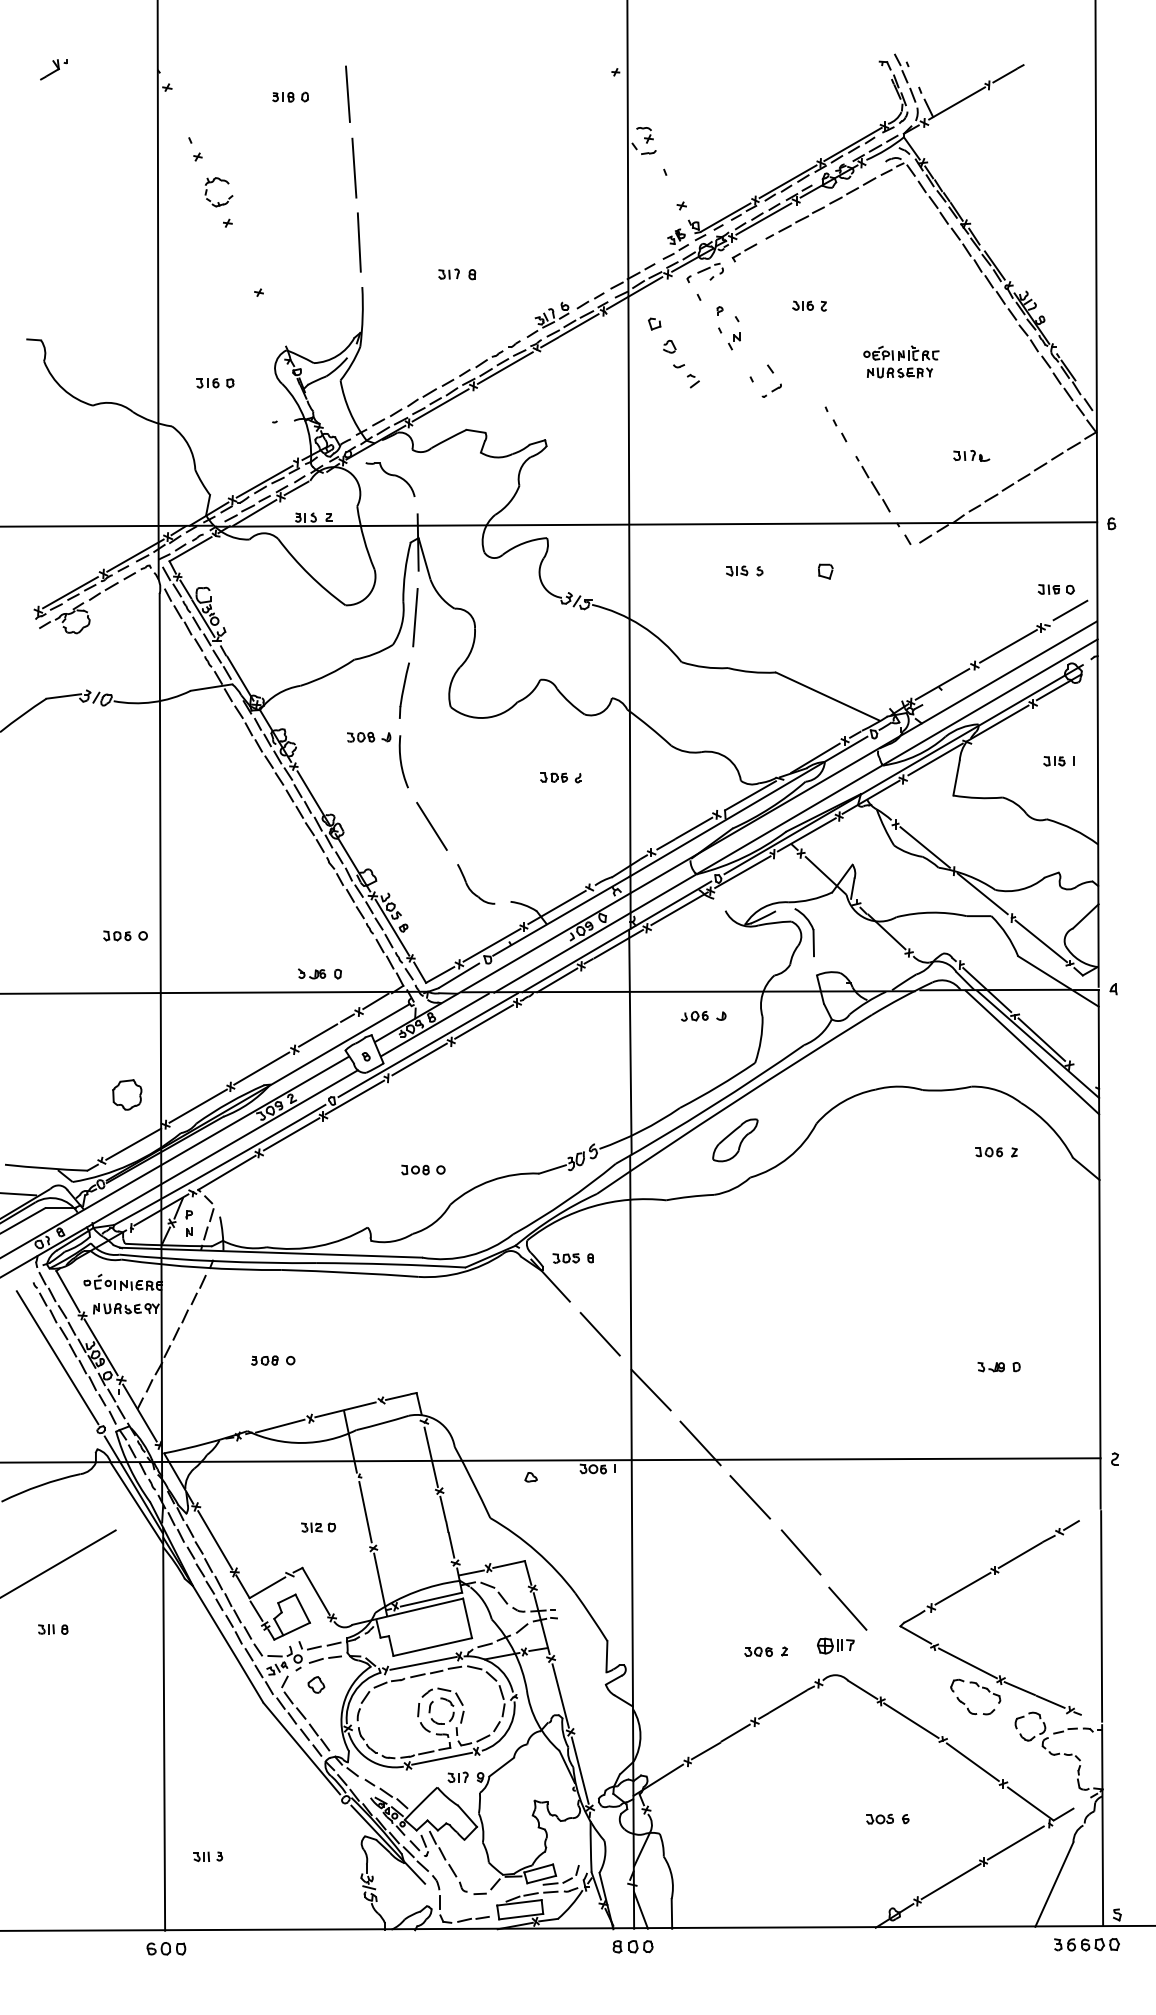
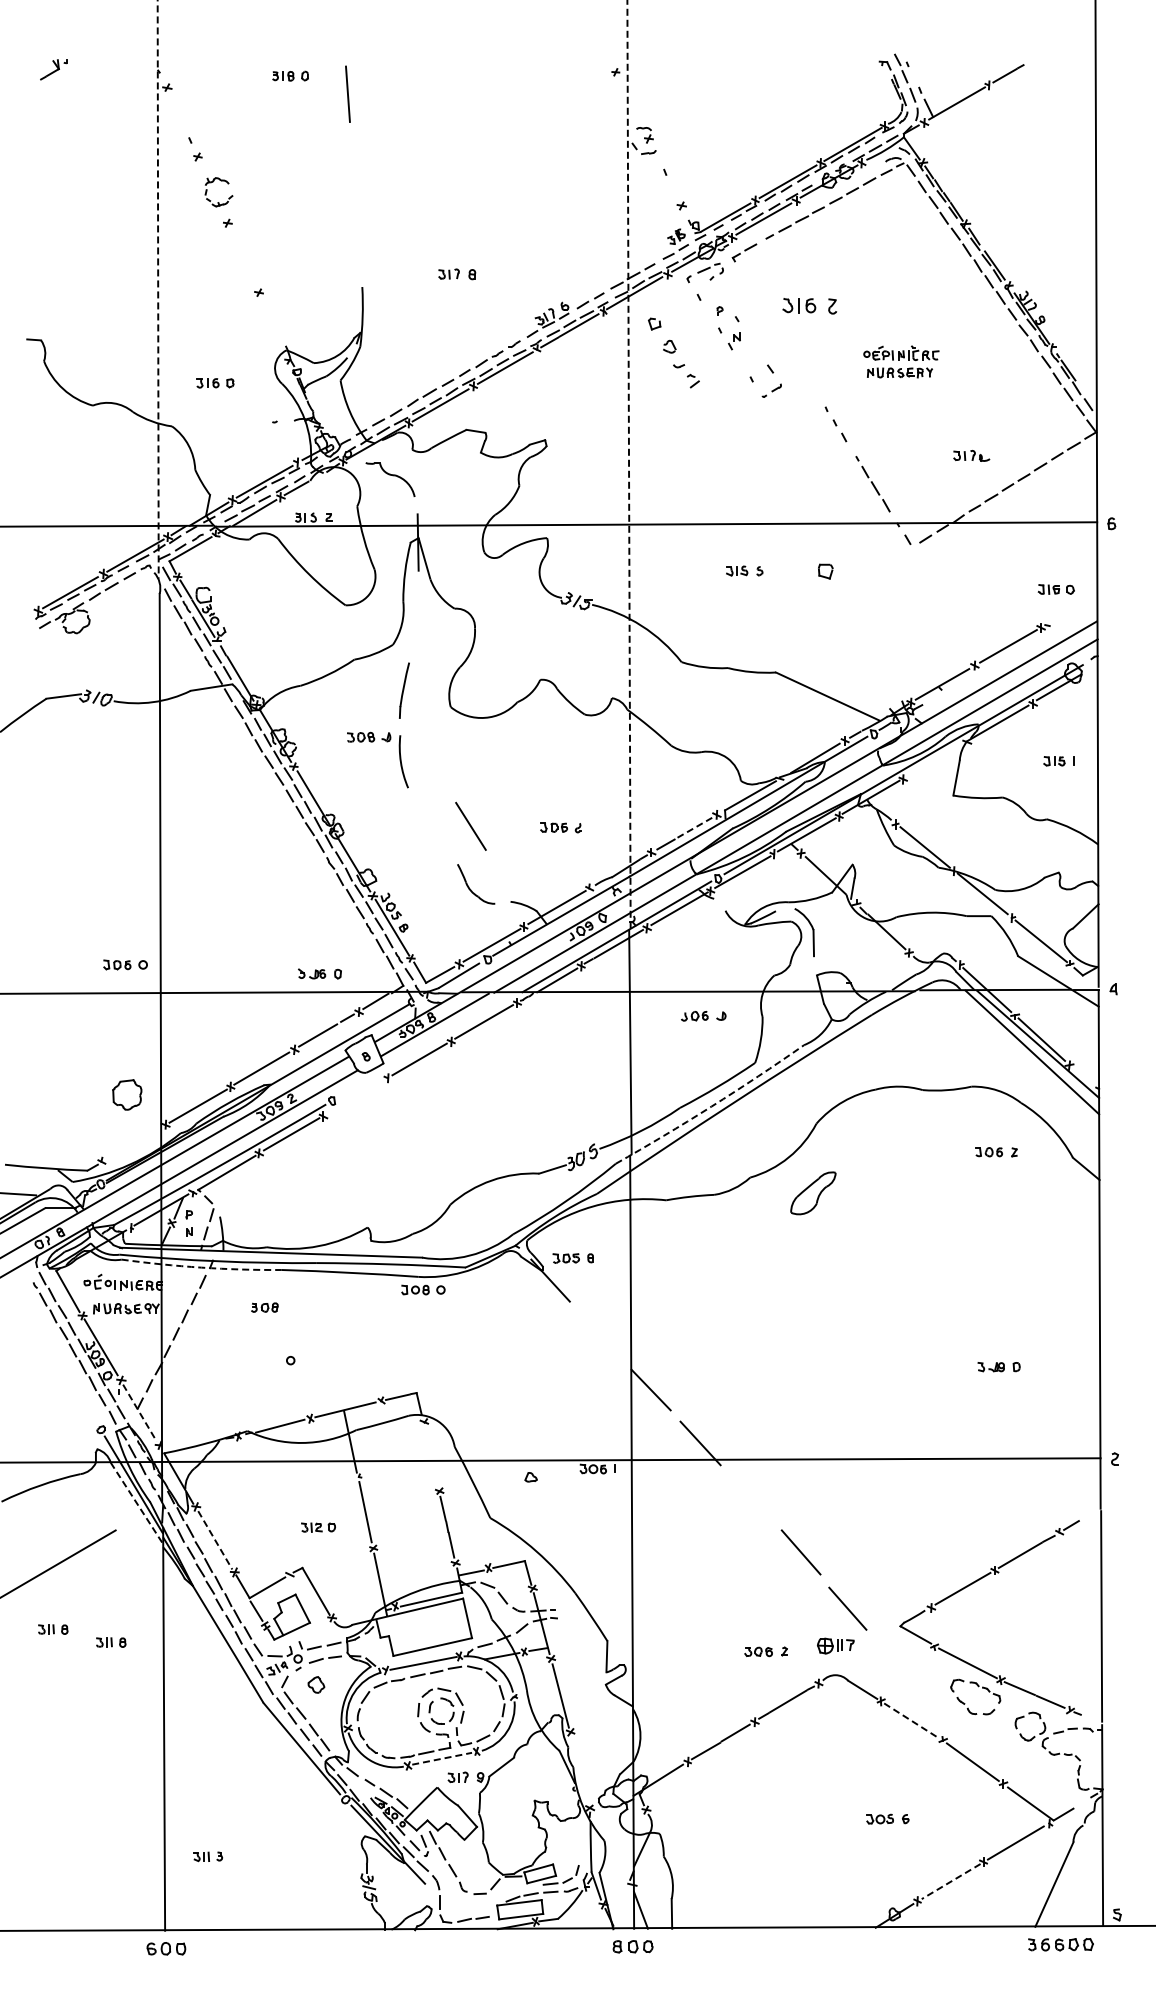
part at (290, 96) position: (290, 96) -> (290, 75)
line at (354, 167): present -> none
line at (358, 242): present -> none
line at (158, 289): solid -> dashed
part at (809, 305) size: 35x12 px -> 56x17 px
line at (629, 464): solid -> dashed
line at (1070, 610): present -> none
line at (415, 617): present -> none
line at (935, 759): present -> none
part at (560, 777) position: (560, 777) -> (560, 827)
line at (431, 825) position: (431, 825) -> (470, 825)
line at (694, 828): solid -> dashed
part at (125, 935) position: (125, 935) -> (125, 964)
line at (427, 1045): present -> none
line at (354, 1097): present -> none
arc at (711, 1106): solid -> dashed
part at (735, 1140) position: (735, 1140) -> (813, 1193)
line at (133, 1143): present -> none
part at (423, 1169) position: (423, 1169) -> (423, 1289)
arc at (201, 1267): solid -> dashed
line at (599, 1333): present -> none
line at (57, 1357): present -> none
part at (264, 1360) position: (264, 1360) -> (264, 1307)
line at (140, 1413): solid -> dashed
line at (430, 1456): present -> none
line at (750, 1497): present -> none
line at (136, 1503): solid -> dashed
line at (215, 1540): solid -> dashed
part at (111, 1642): none -> present
line at (911, 1720): solid -> dashed
line at (442, 1758): solid -> dashed
line at (579, 1770): present -> none
line at (950, 1881): solid -> dashed
part at (1086, 1944) position: (1086, 1944) -> (1060, 1944)
